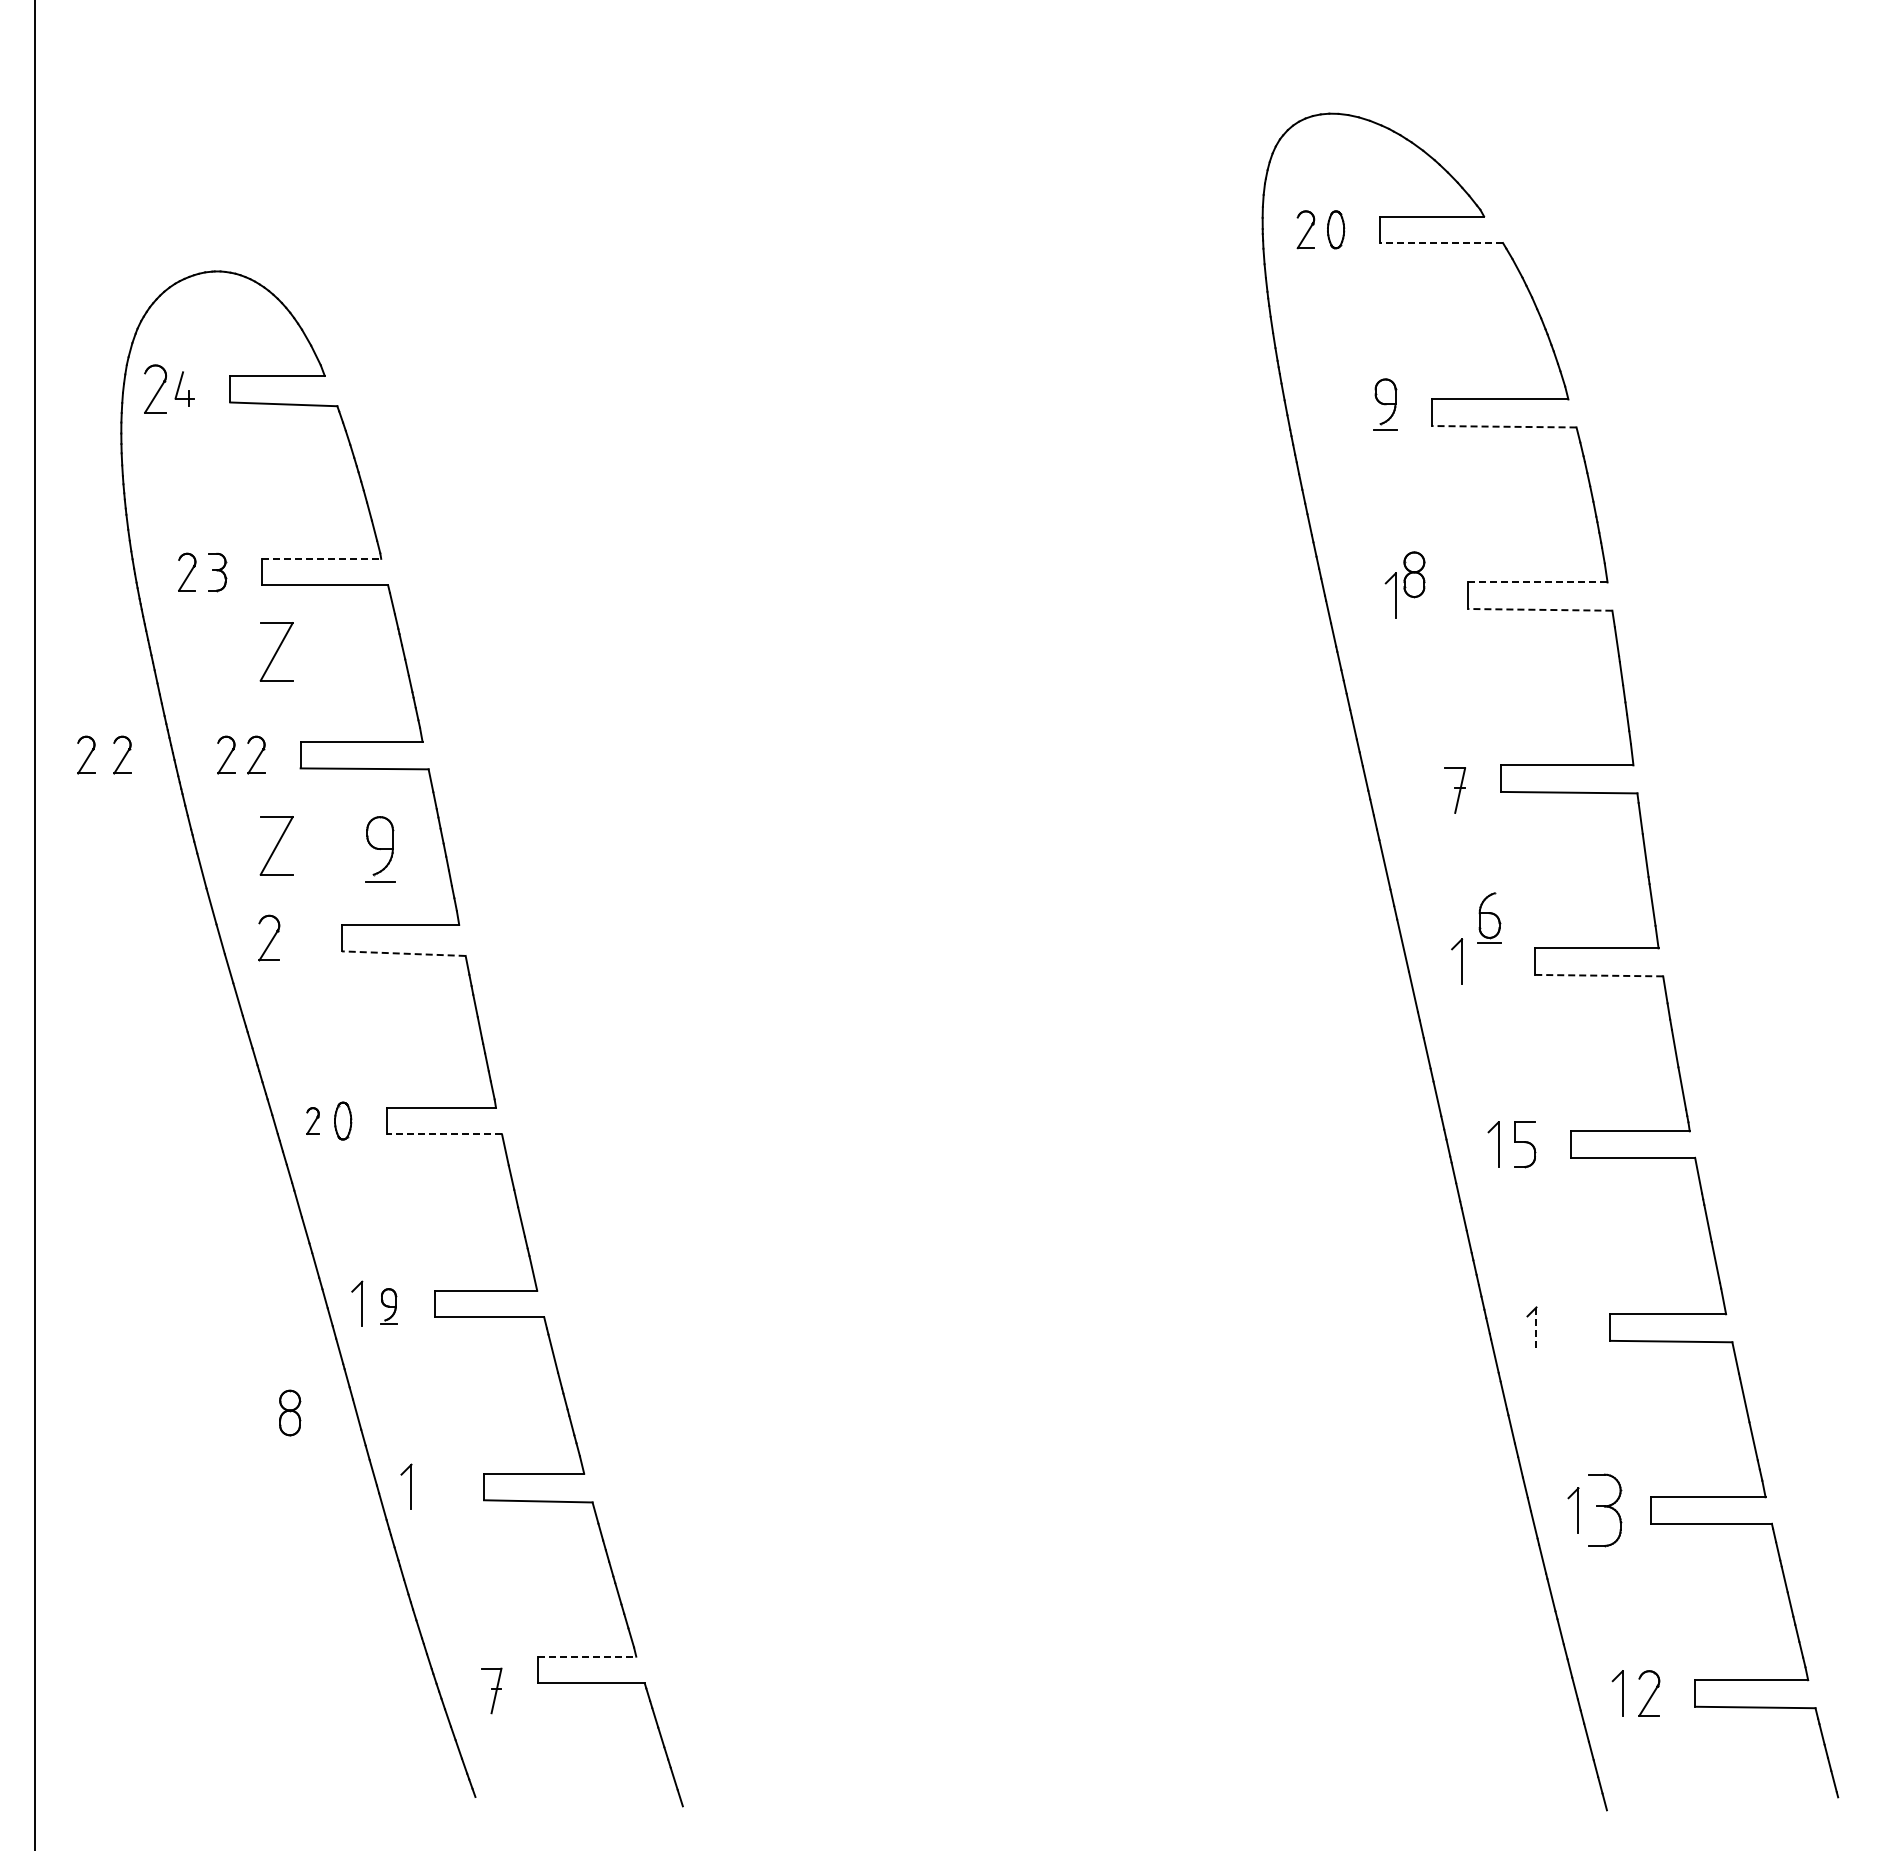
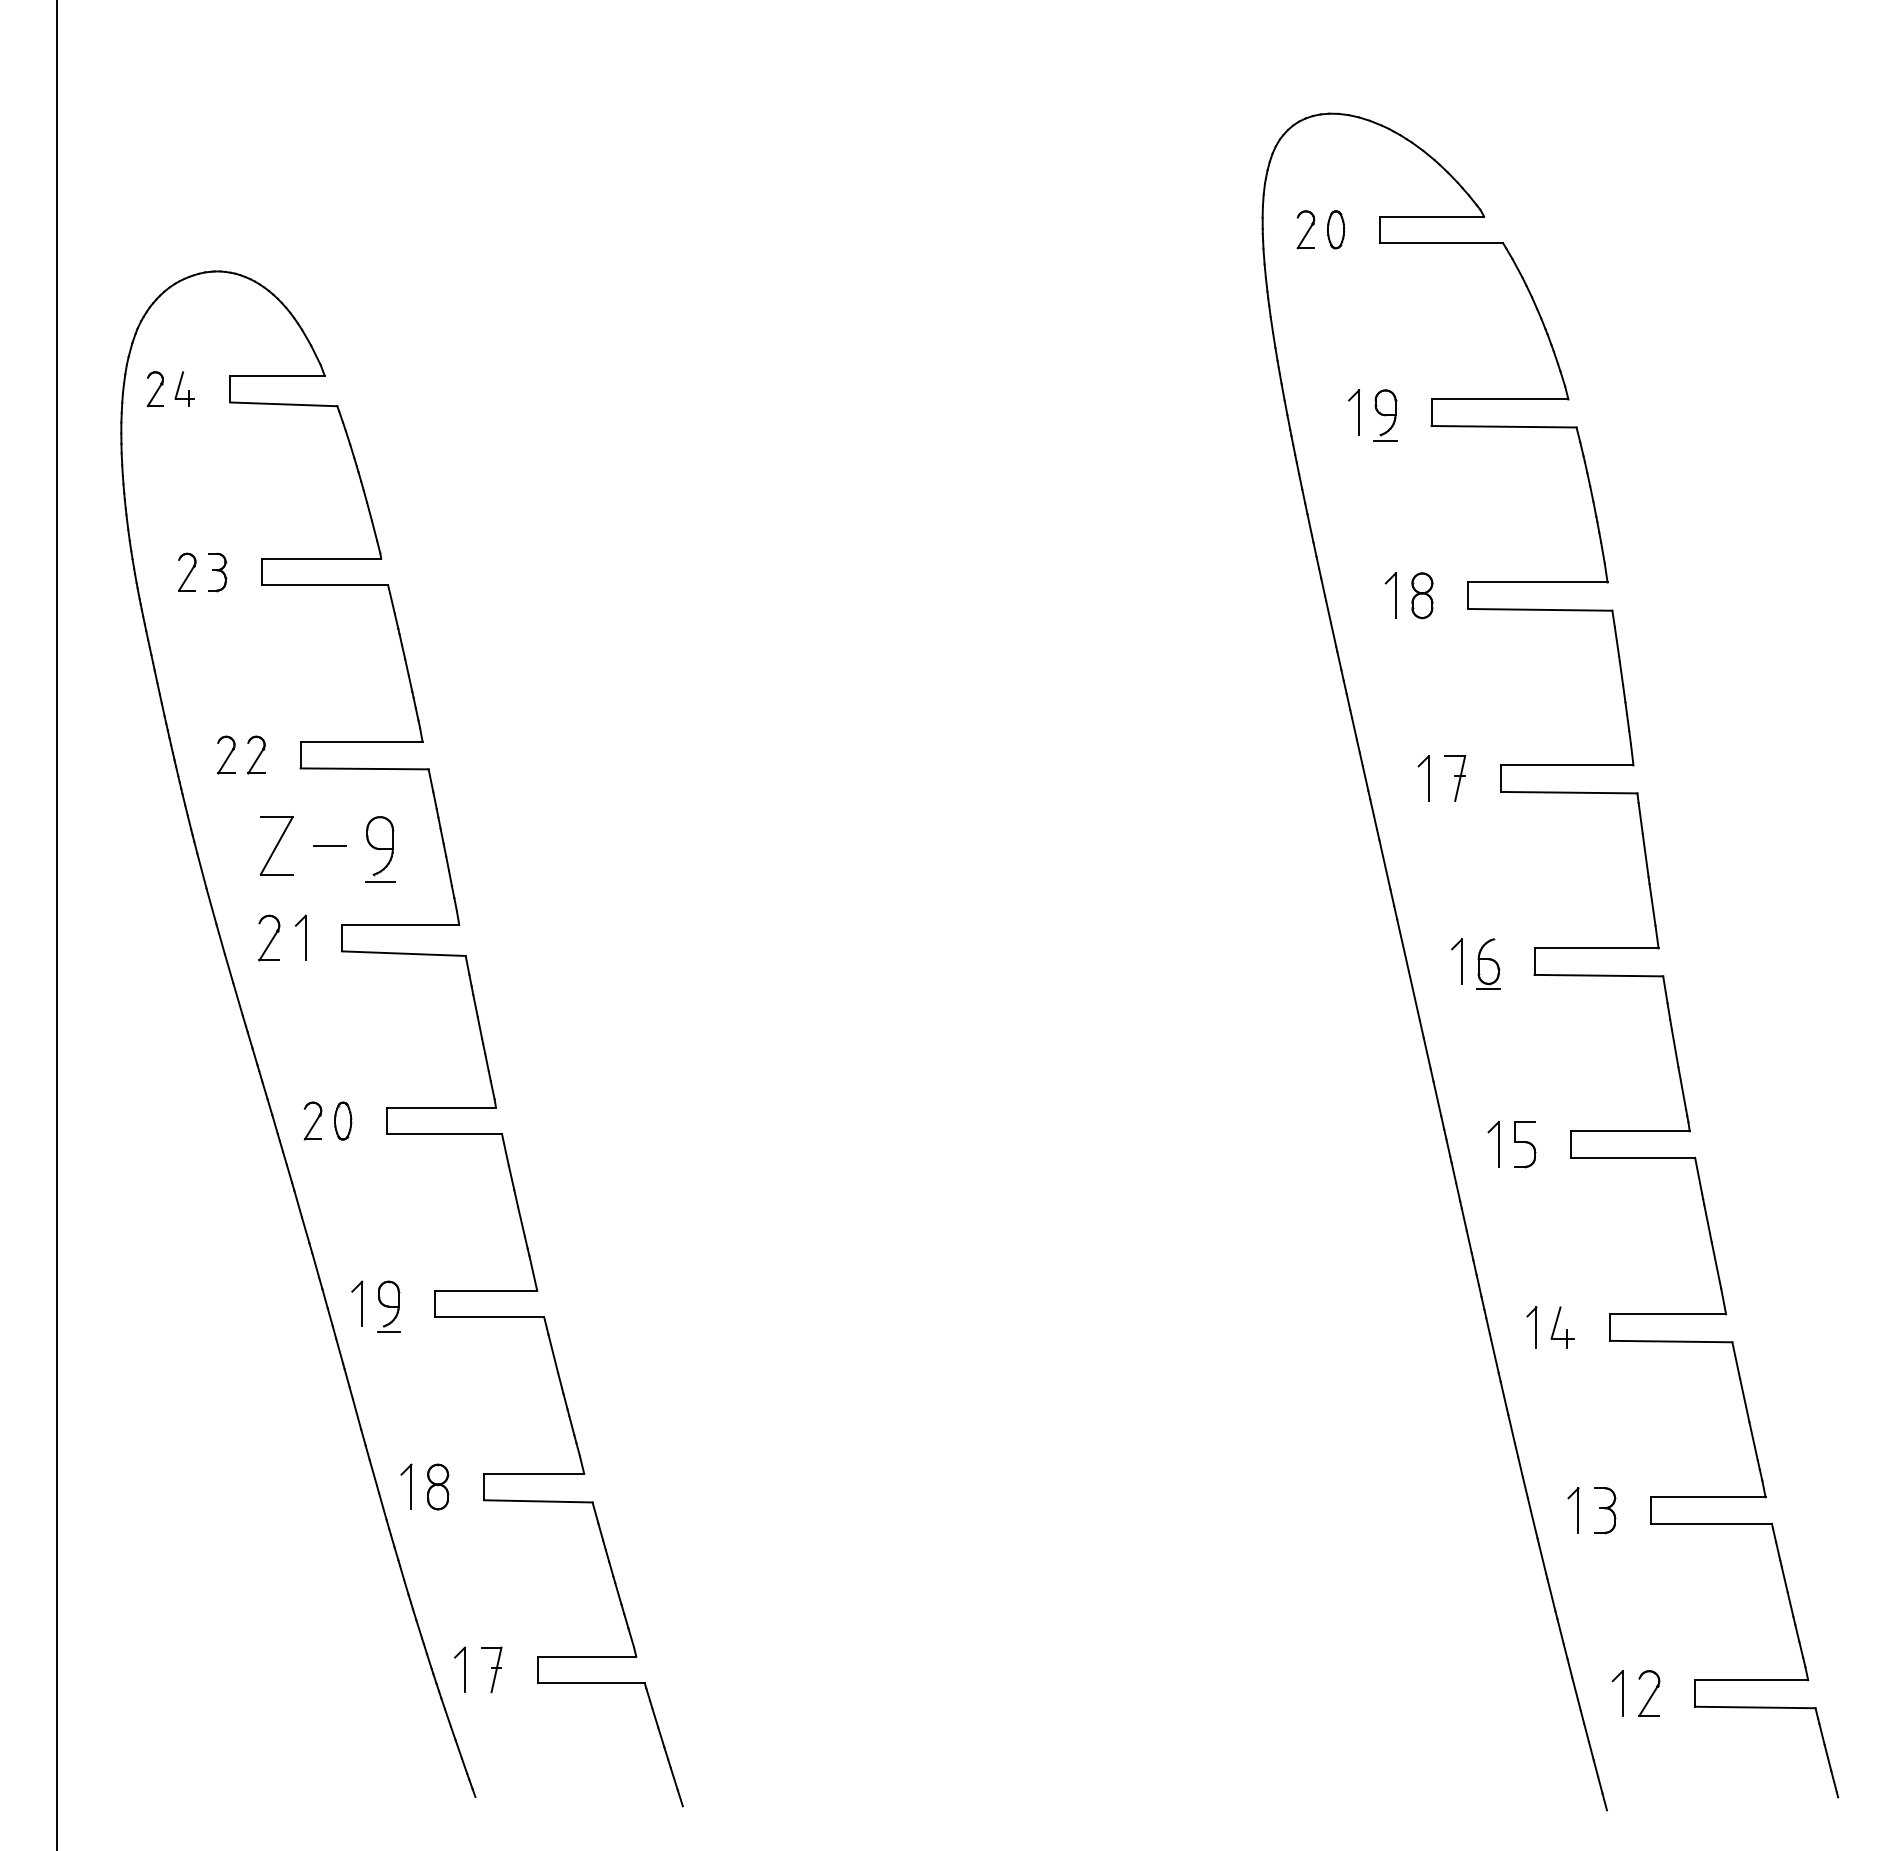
line at (1441, 243): dashed -> solid
part at (155, 388) size: 23x50 px -> 18x37 px
part at (1385, 404) position: (1385, 404) -> (1385, 415)
part at (1354, 412): none -> present
line at (1504, 426): dashed -> solid
line at (321, 558): dashed -> solid
part at (1414, 574) position: (1414, 574) -> (1422, 595)
line at (1537, 582): dashed -> solid
line at (1539, 609): dashed -> solid
part at (276, 651): present -> none
part at (86, 754): present -> none
part at (122, 754): present -> none
part at (1423, 778): none -> present
part at (1454, 790) position: (1454, 790) -> (1454, 778)
line at (329, 845): none -> present
part at (1489, 917) position: (1489, 917) -> (1488, 963)
line at (34, 924) position: (34, 924) -> (56, 924)
part at (300, 937): none -> present
line at (403, 953): dashed -> solid
line at (1598, 975): dashed -> solid
part at (312, 1120) size: 14x28 px -> 20x40 px
line at (444, 1134): dashed -> solid
part at (388, 1306) size: 18x37 px -> 24x53 px
line at (1536, 1327): dashed -> solid
part at (1562, 1327): none -> present
part at (290, 1412) position: (290, 1412) -> (438, 1486)
part at (1605, 1510) size: 35x75 px -> 23x48 px
line at (587, 1656): dashed -> solid
part at (459, 1669): none -> present
part at (491, 1690) position: (491, 1690) -> (491, 1669)
